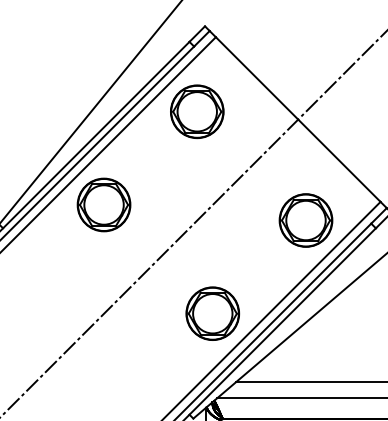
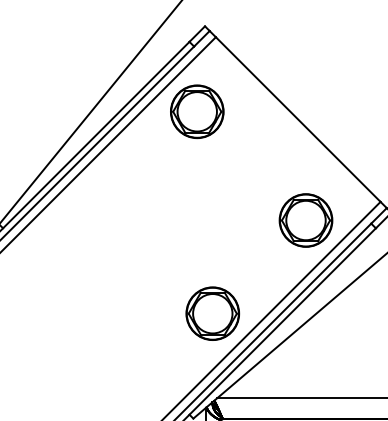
part at (103, 204): present -> none
line at (193, 224): present -> none
line at (310, 382): present -> none
